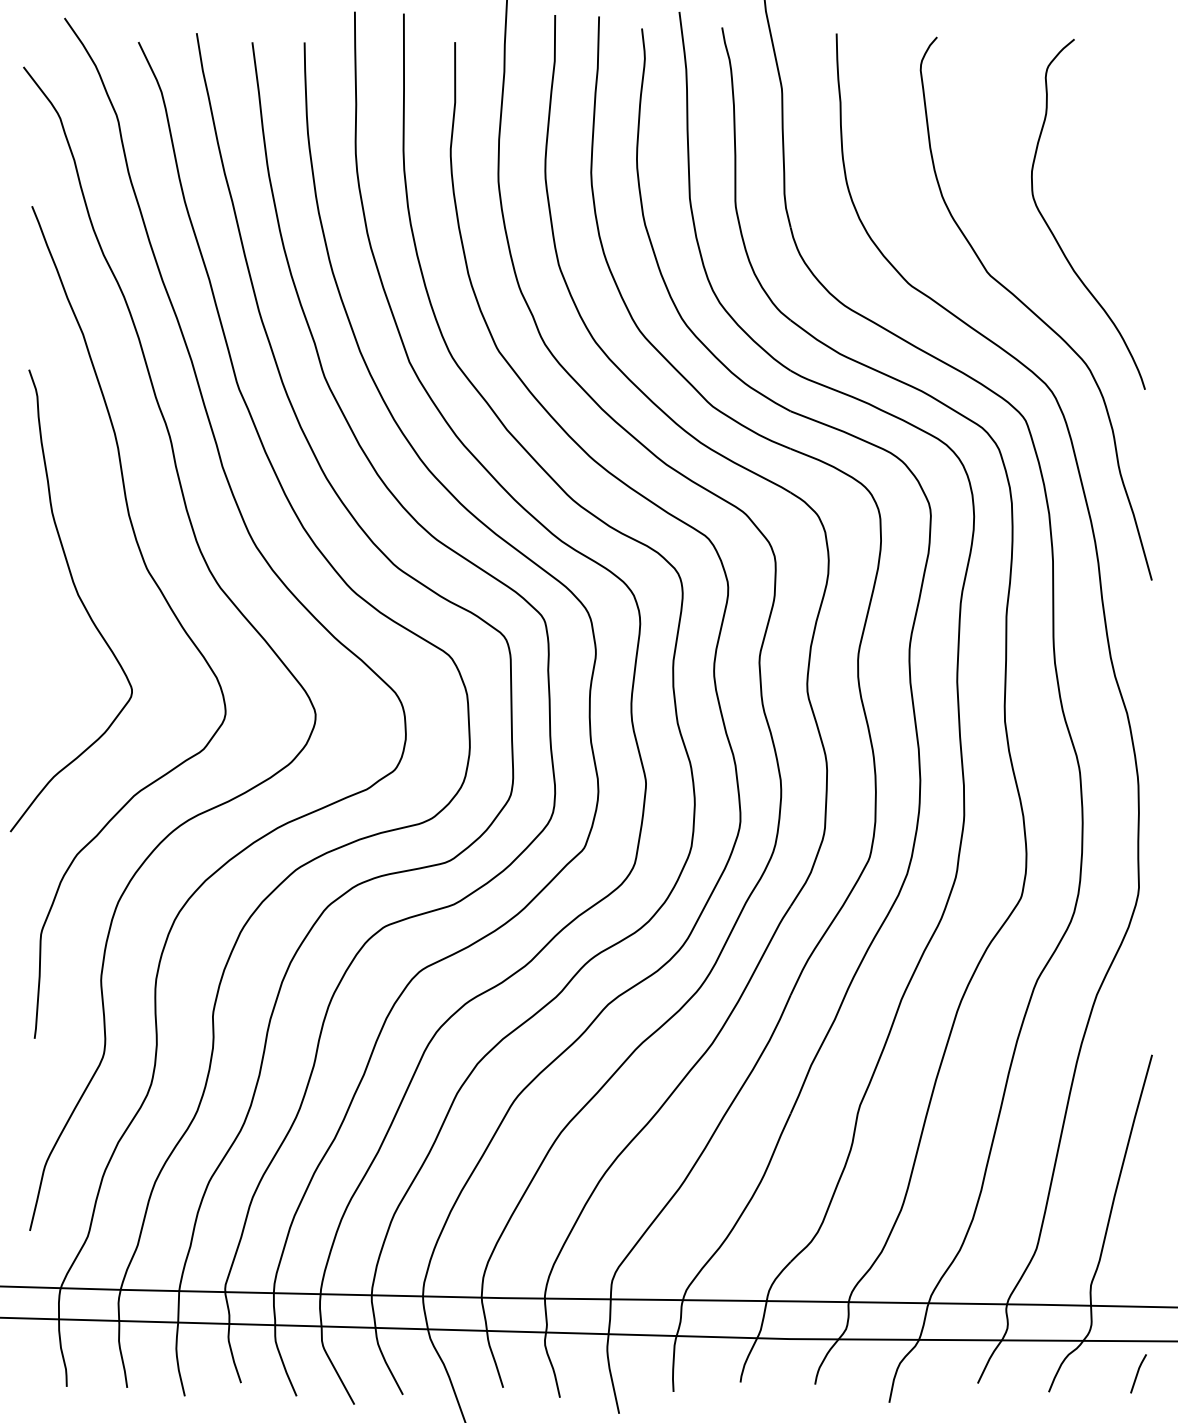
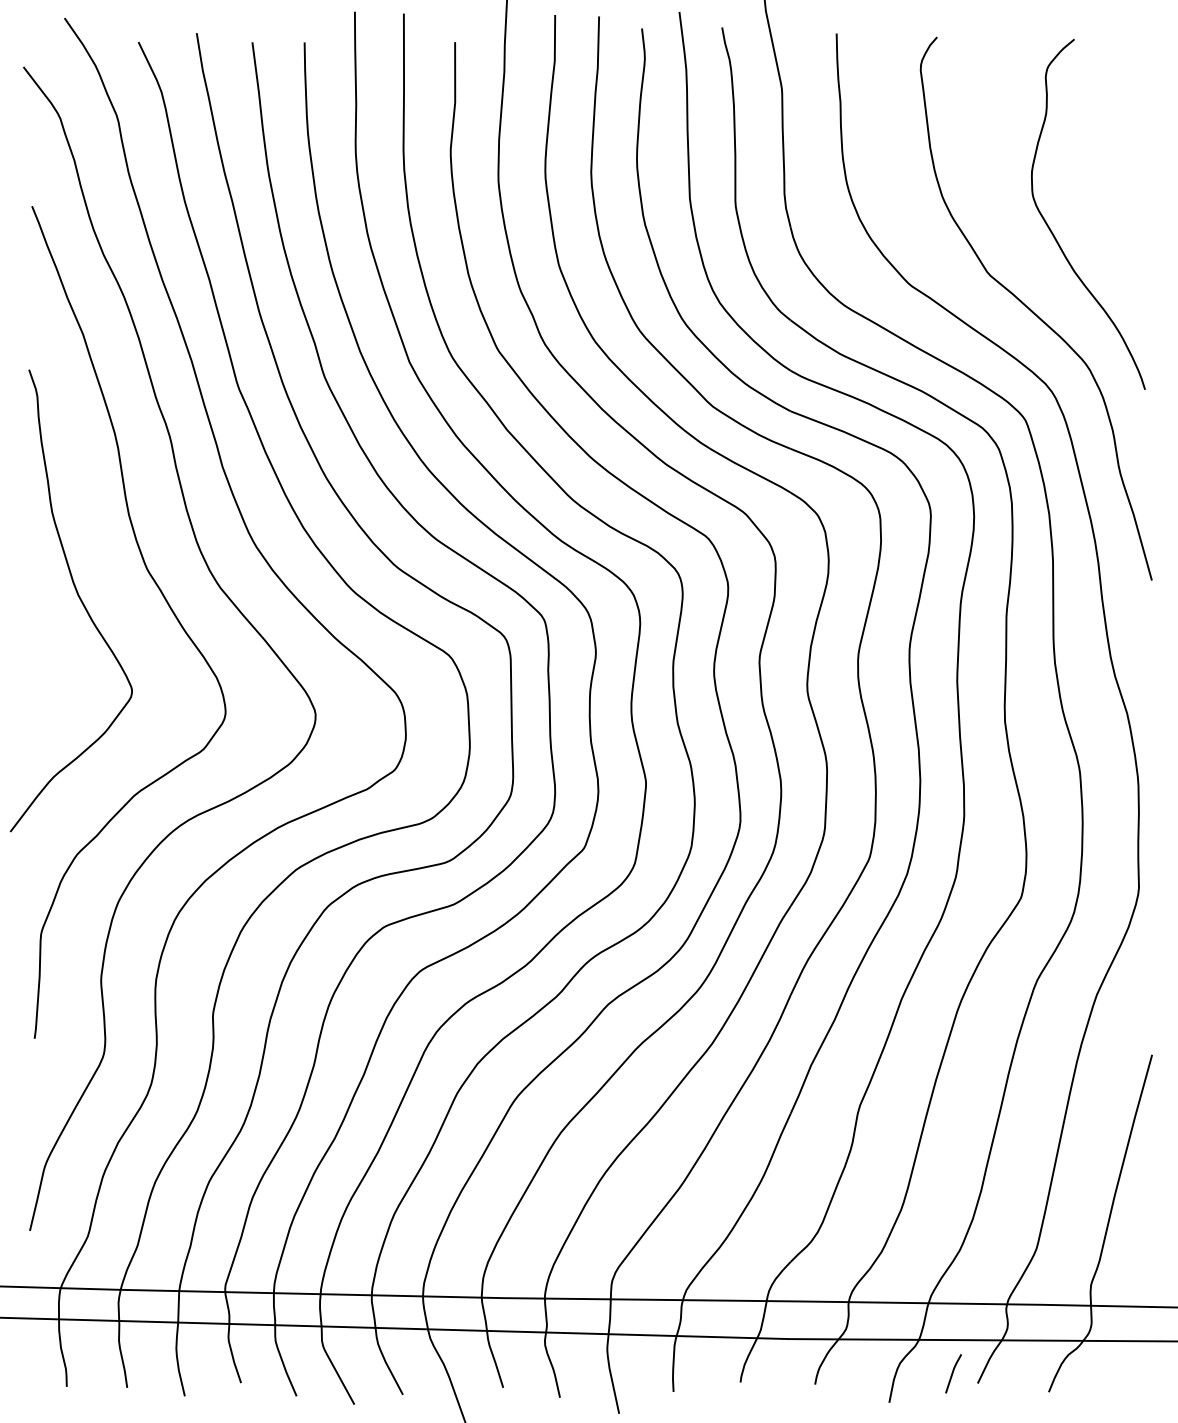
line at (1138, 1373) position: (1138, 1373) -> (953, 1373)
